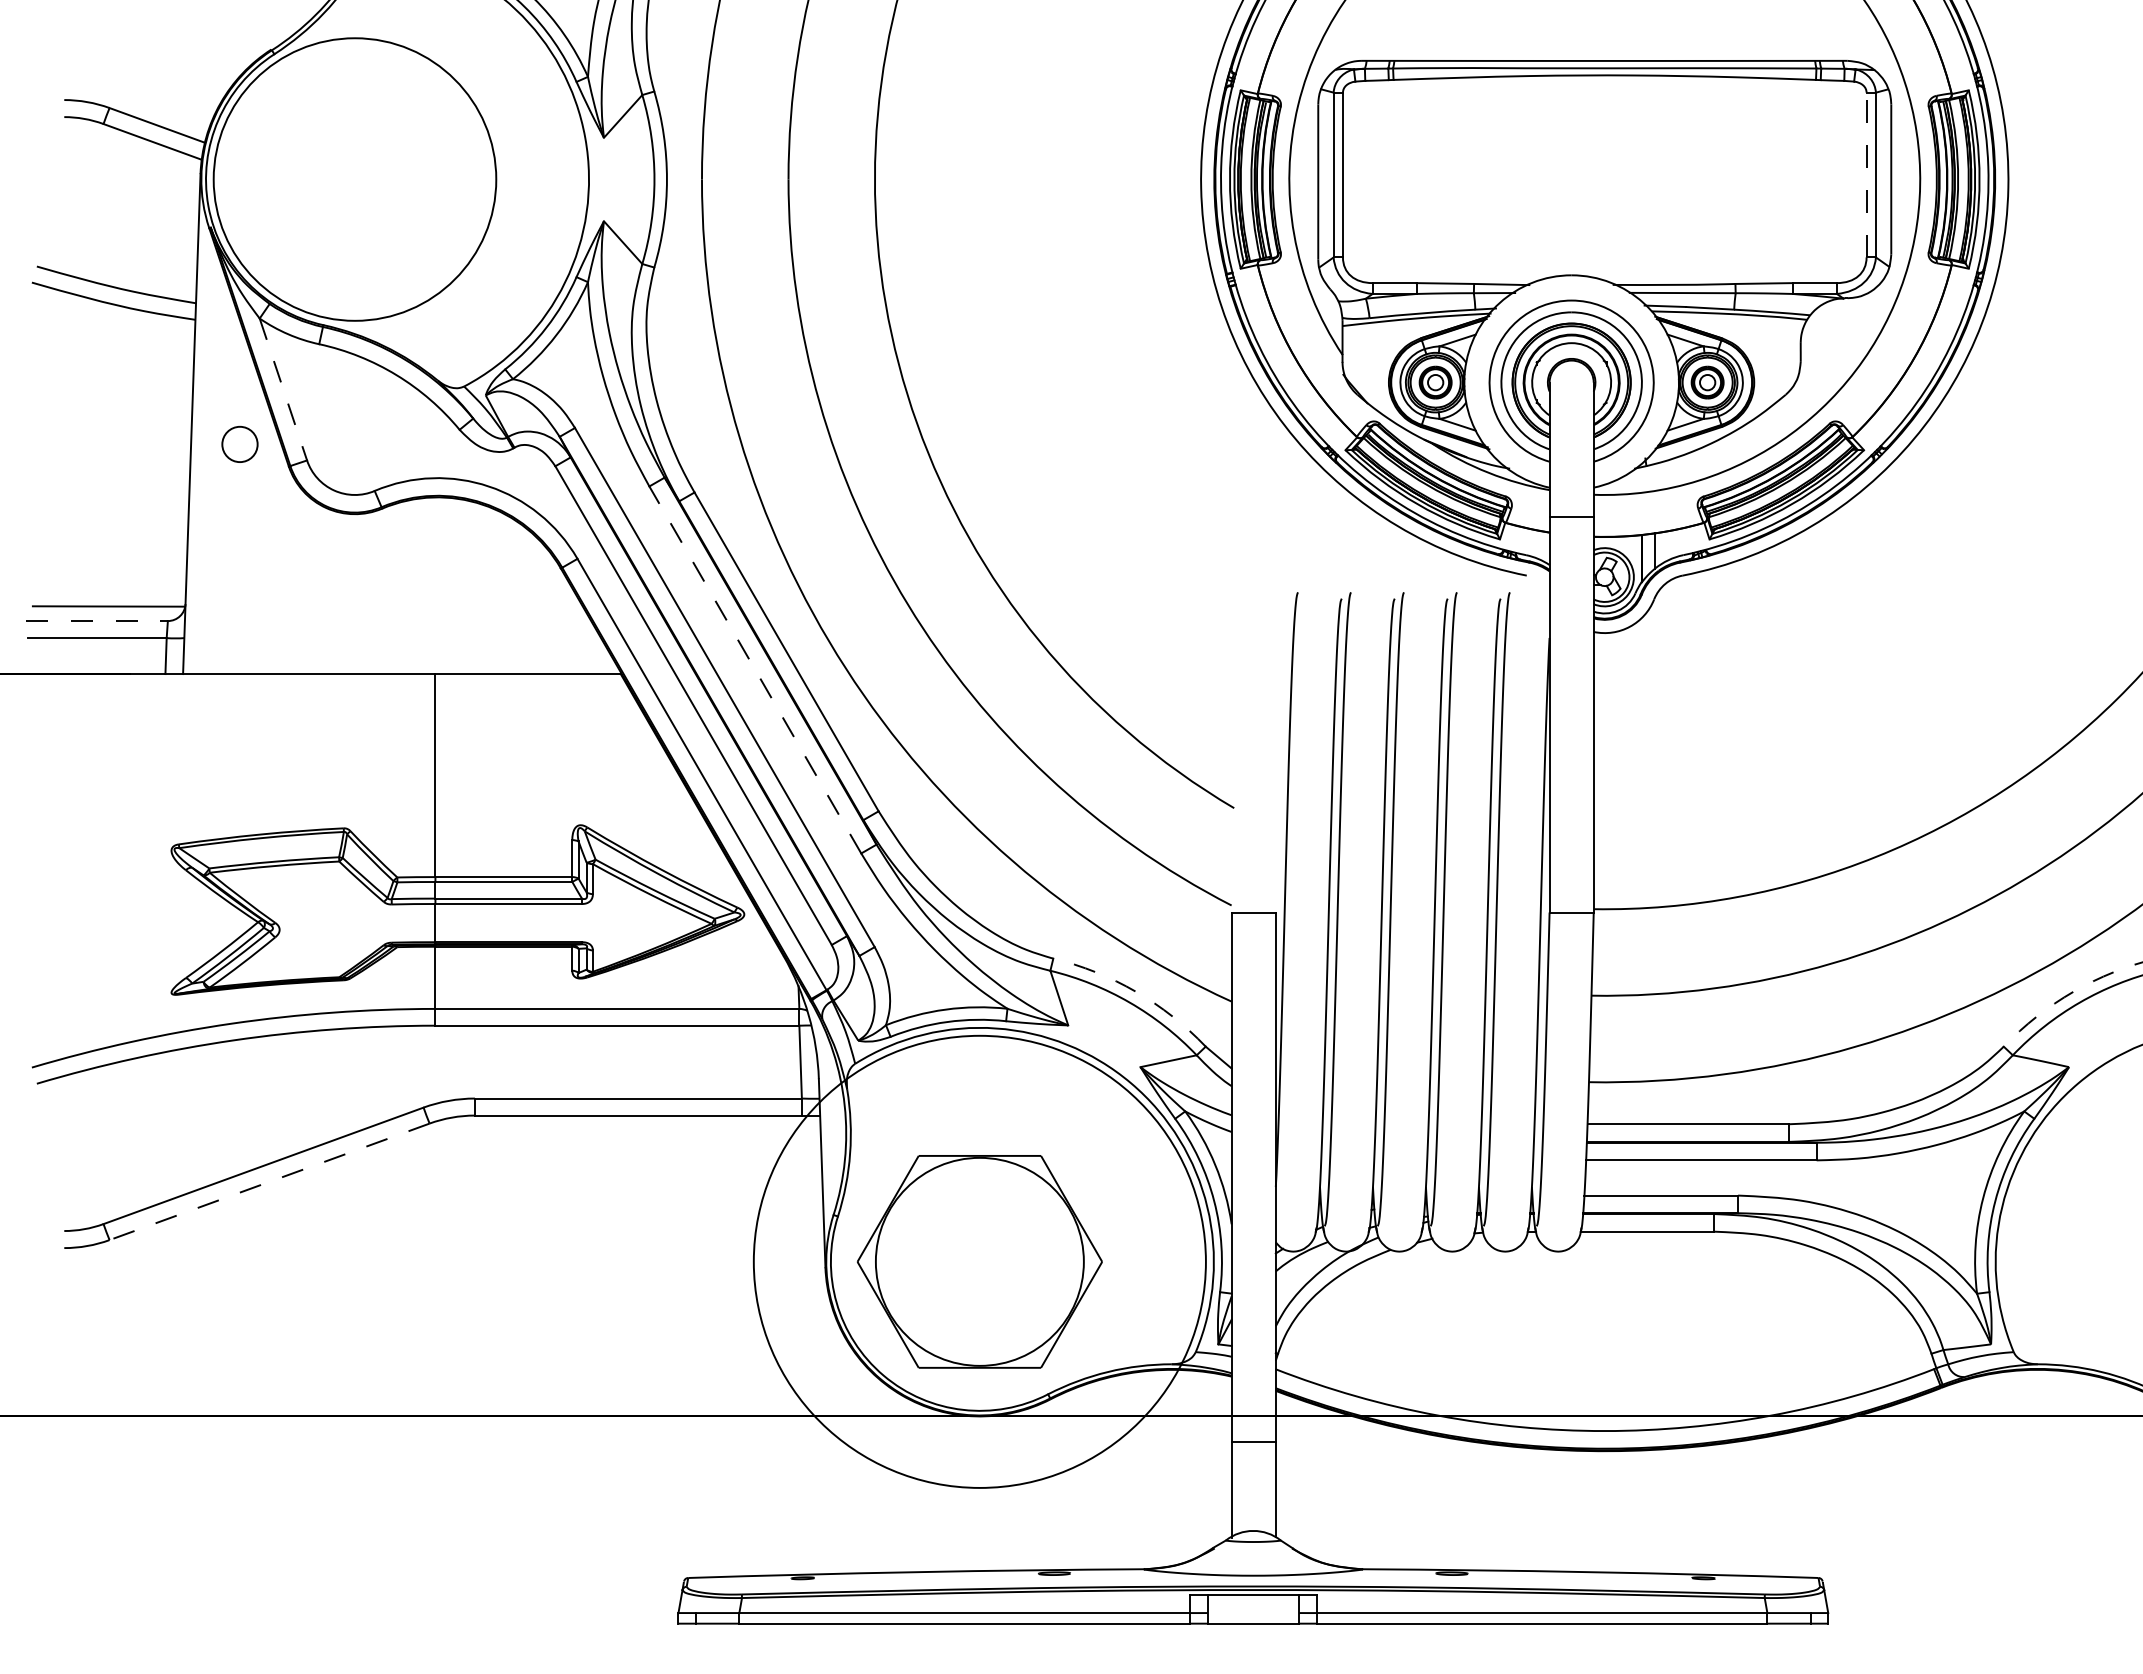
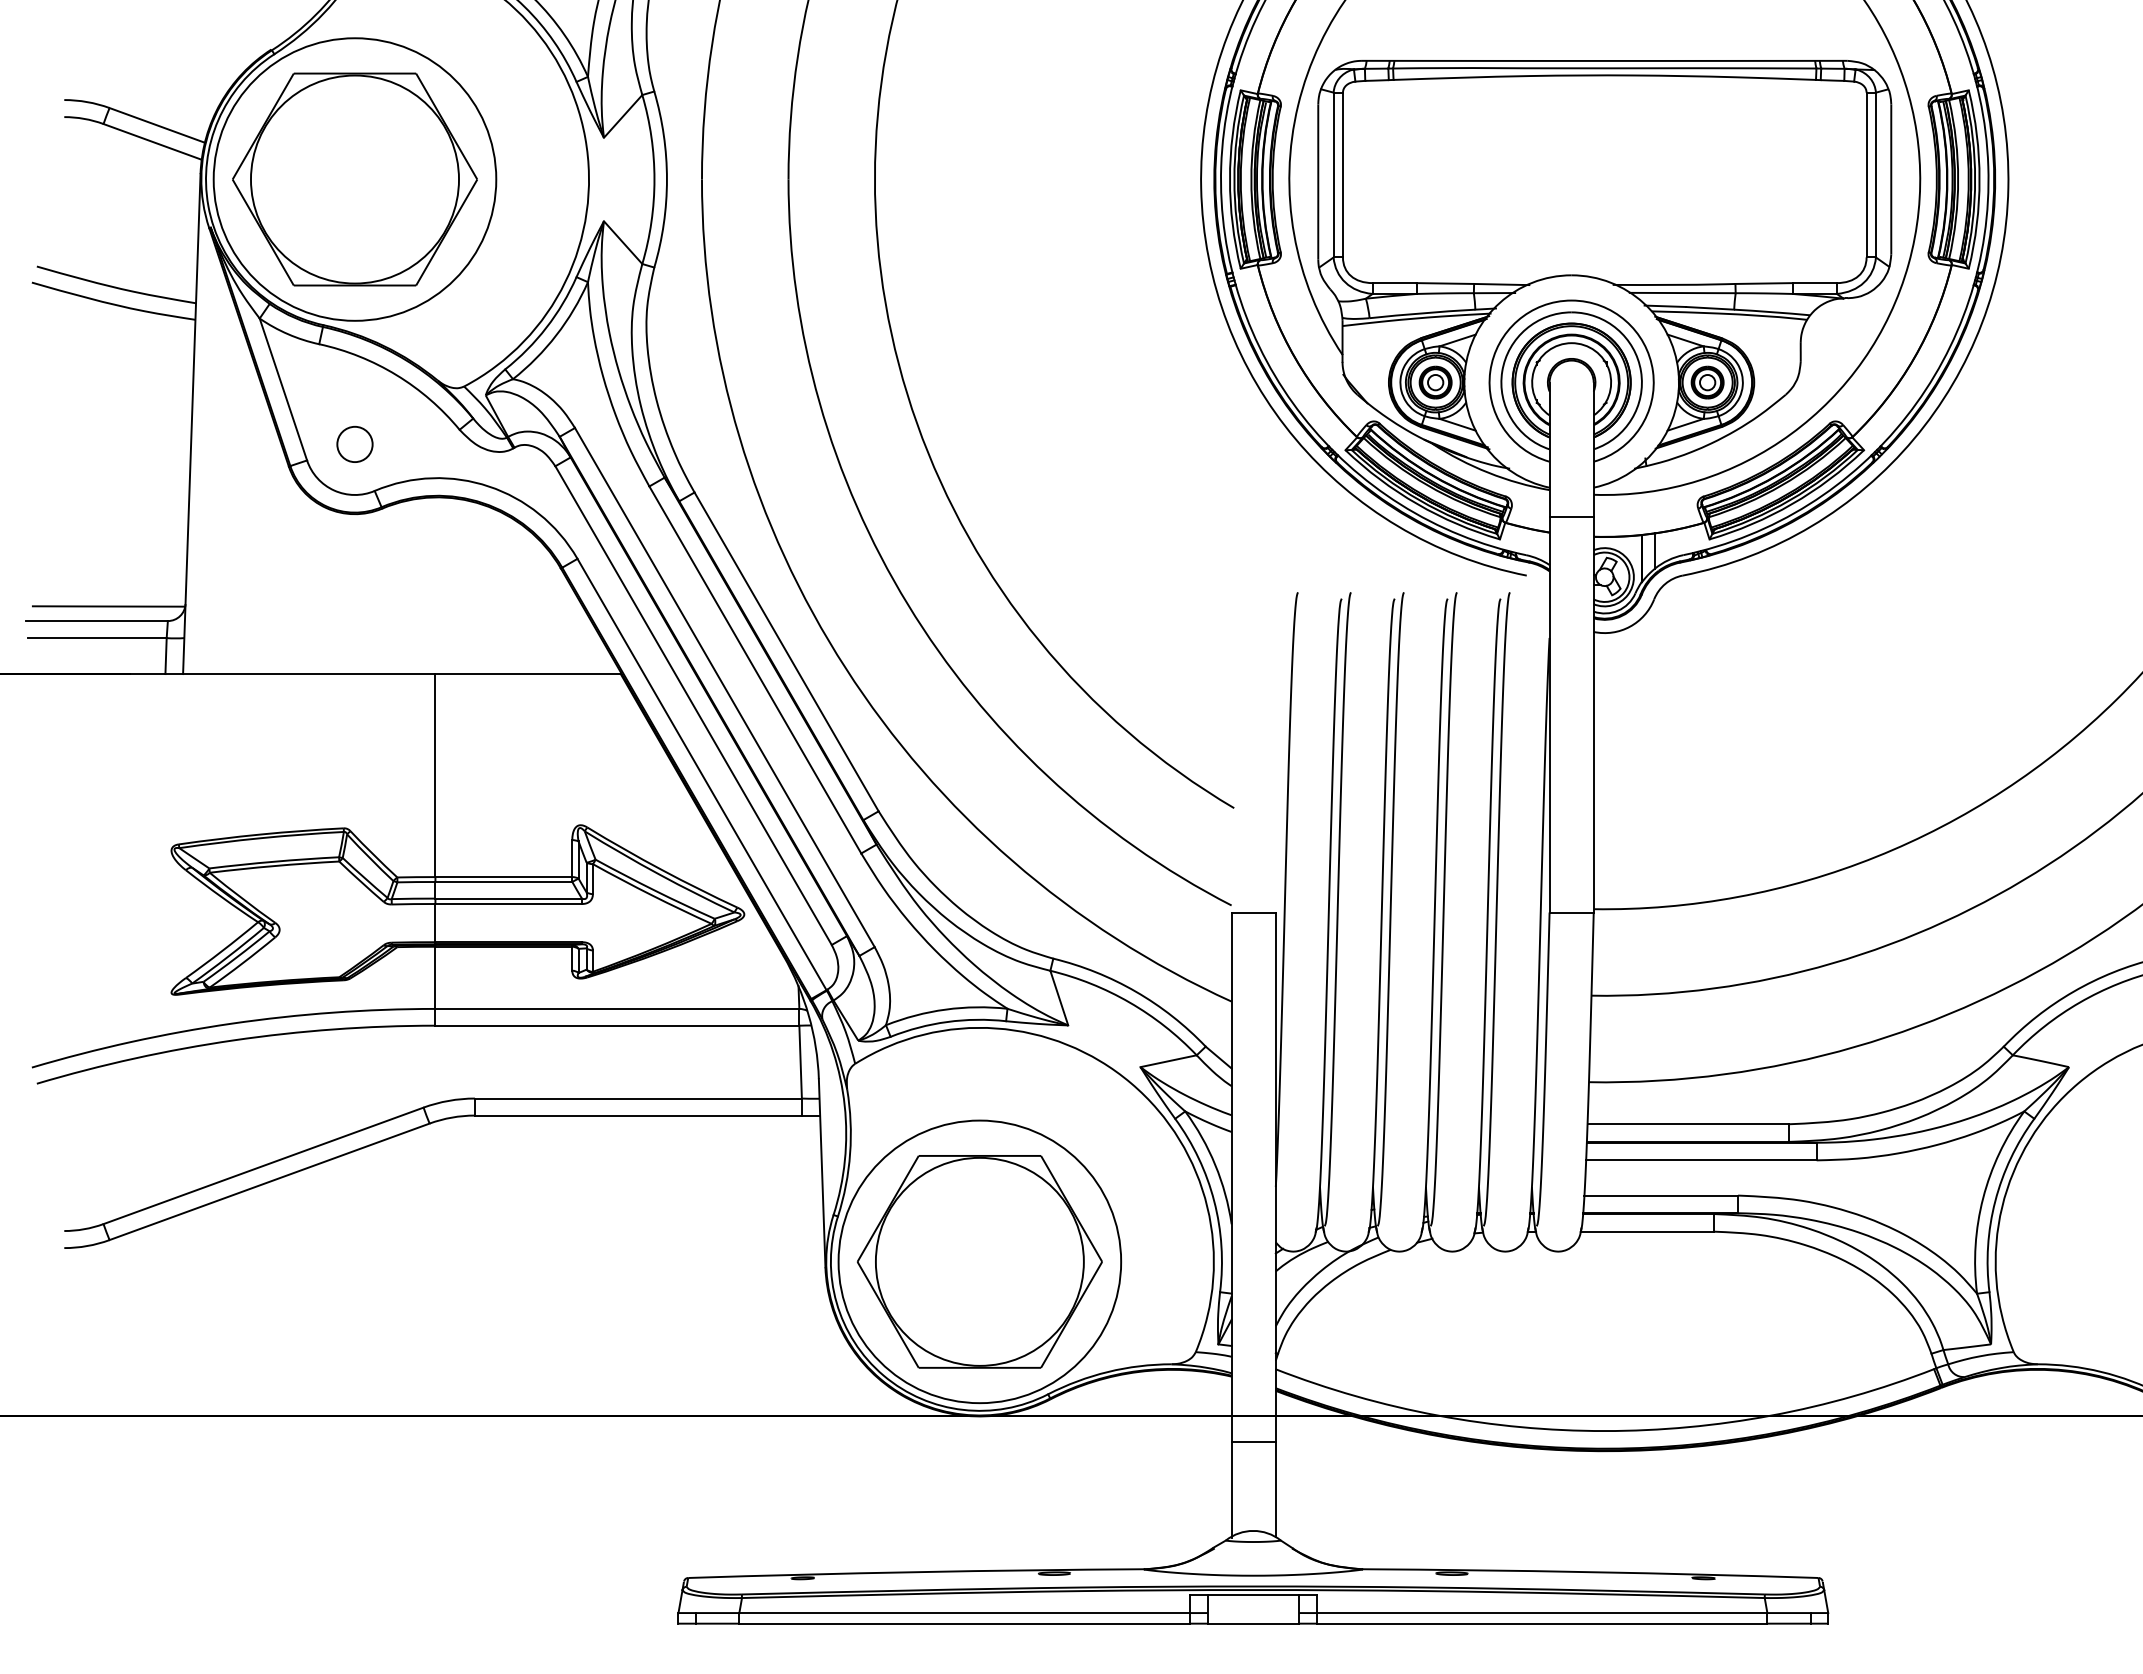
line at (1866, 174): dashed -> solid
part at (354, 179): none -> present
line at (283, 389): dashed -> solid
circle at (239, 443) position: (239, 443) -> (354, 443)
line at (97, 621): dashed -> solid
line at (755, 669): dashed -> solid
arc at (1135, 991): dashed -> solid
arc at (2067, 995): dashed -> solid
line at (269, 1182): dashed -> solid
circle at (979, 1261) diameter: 452 px -> 283 px
